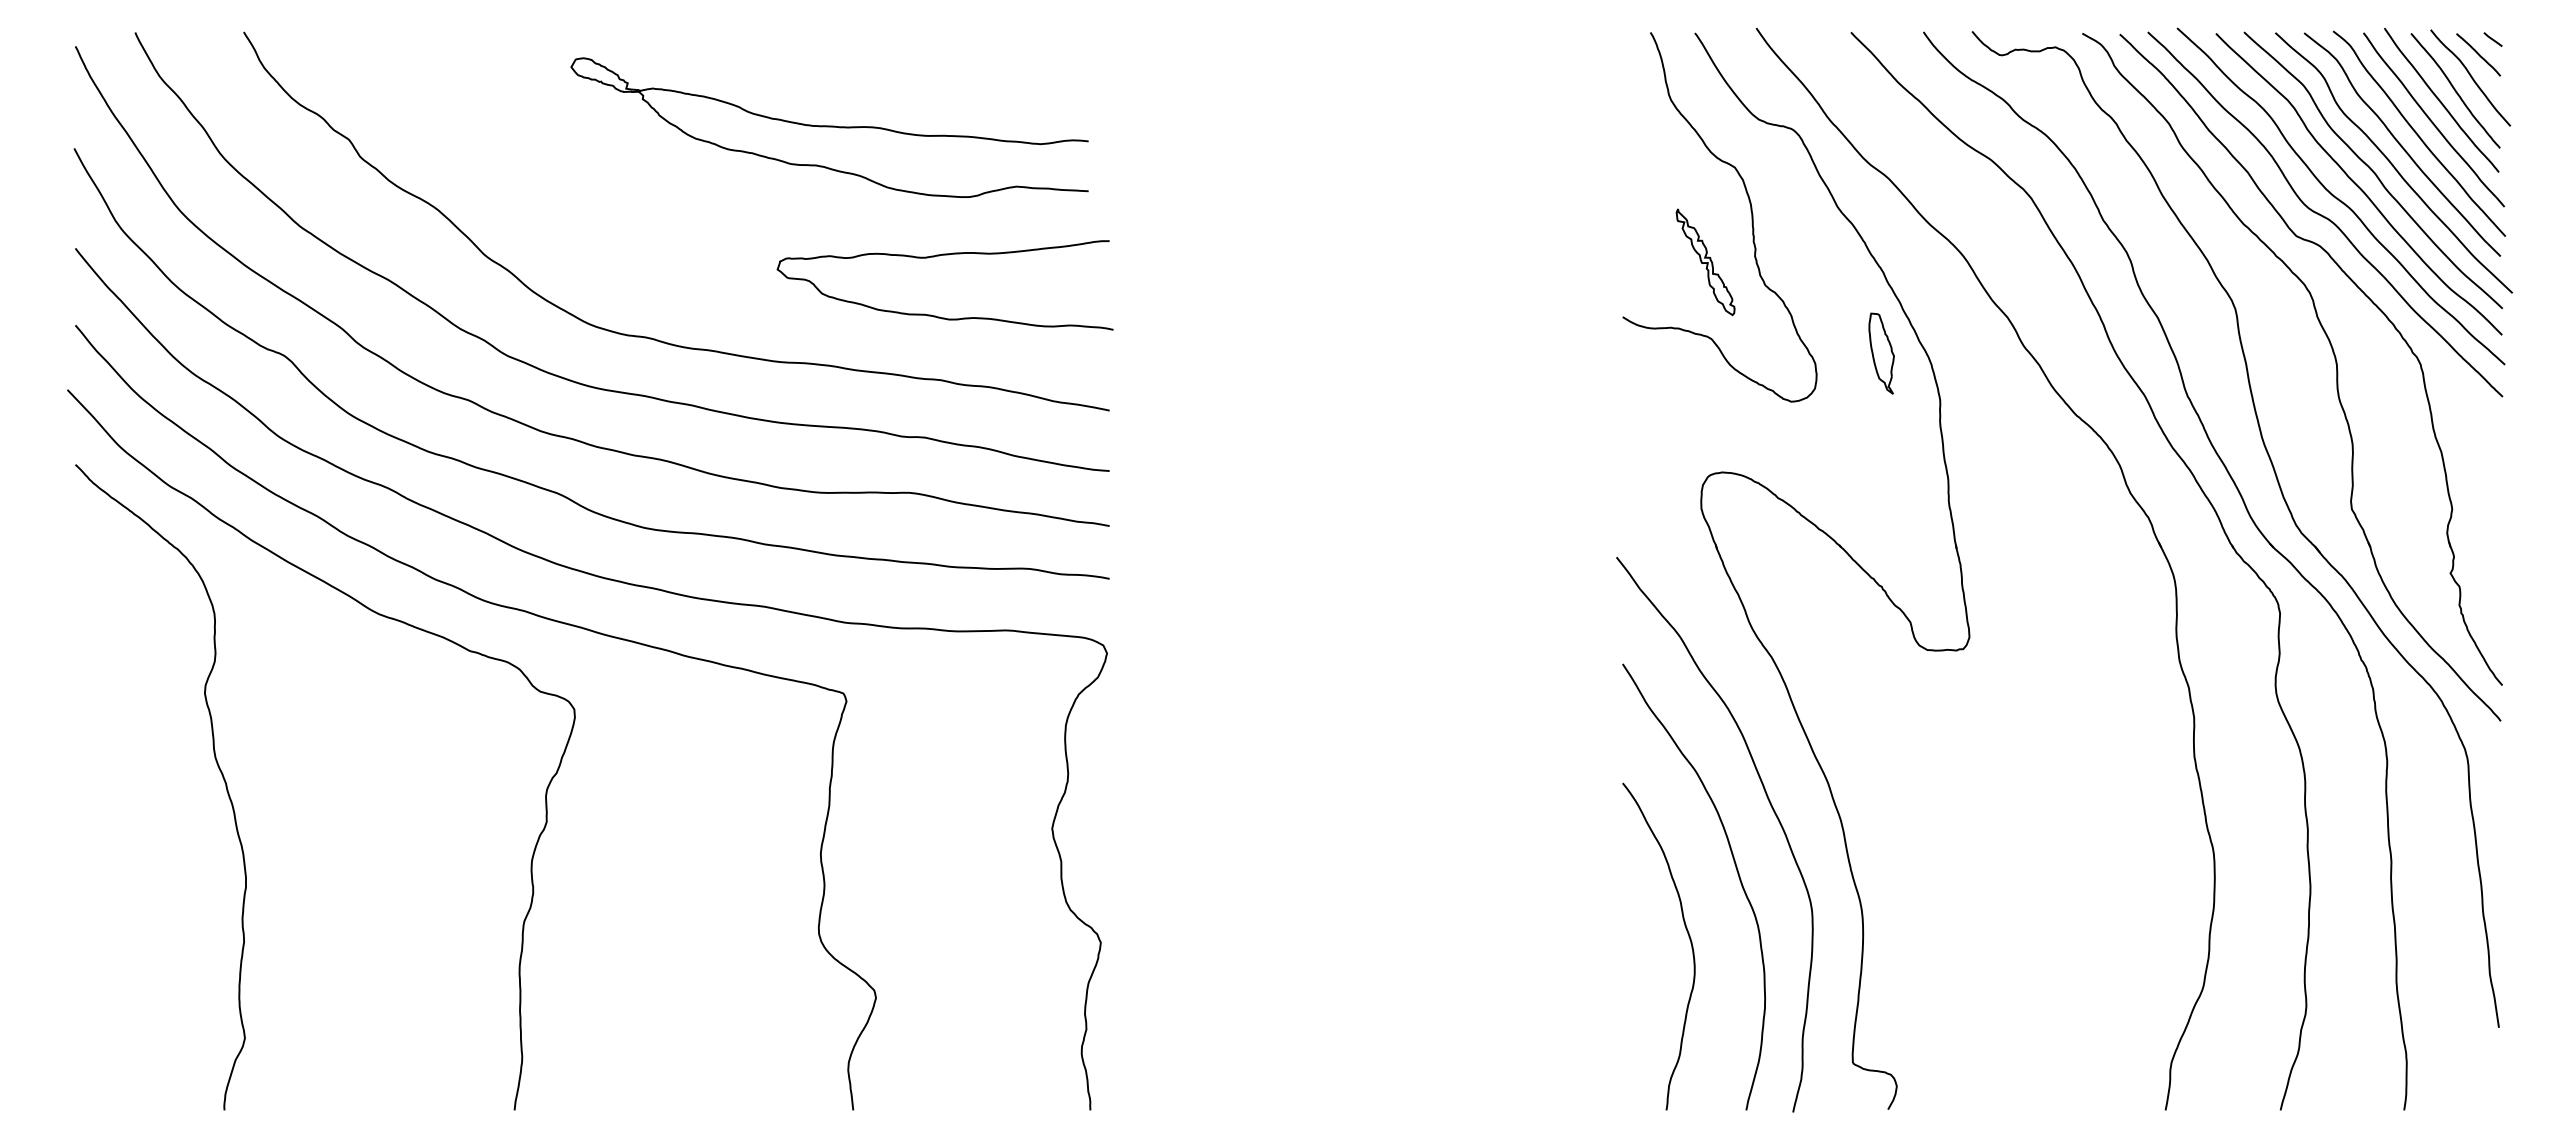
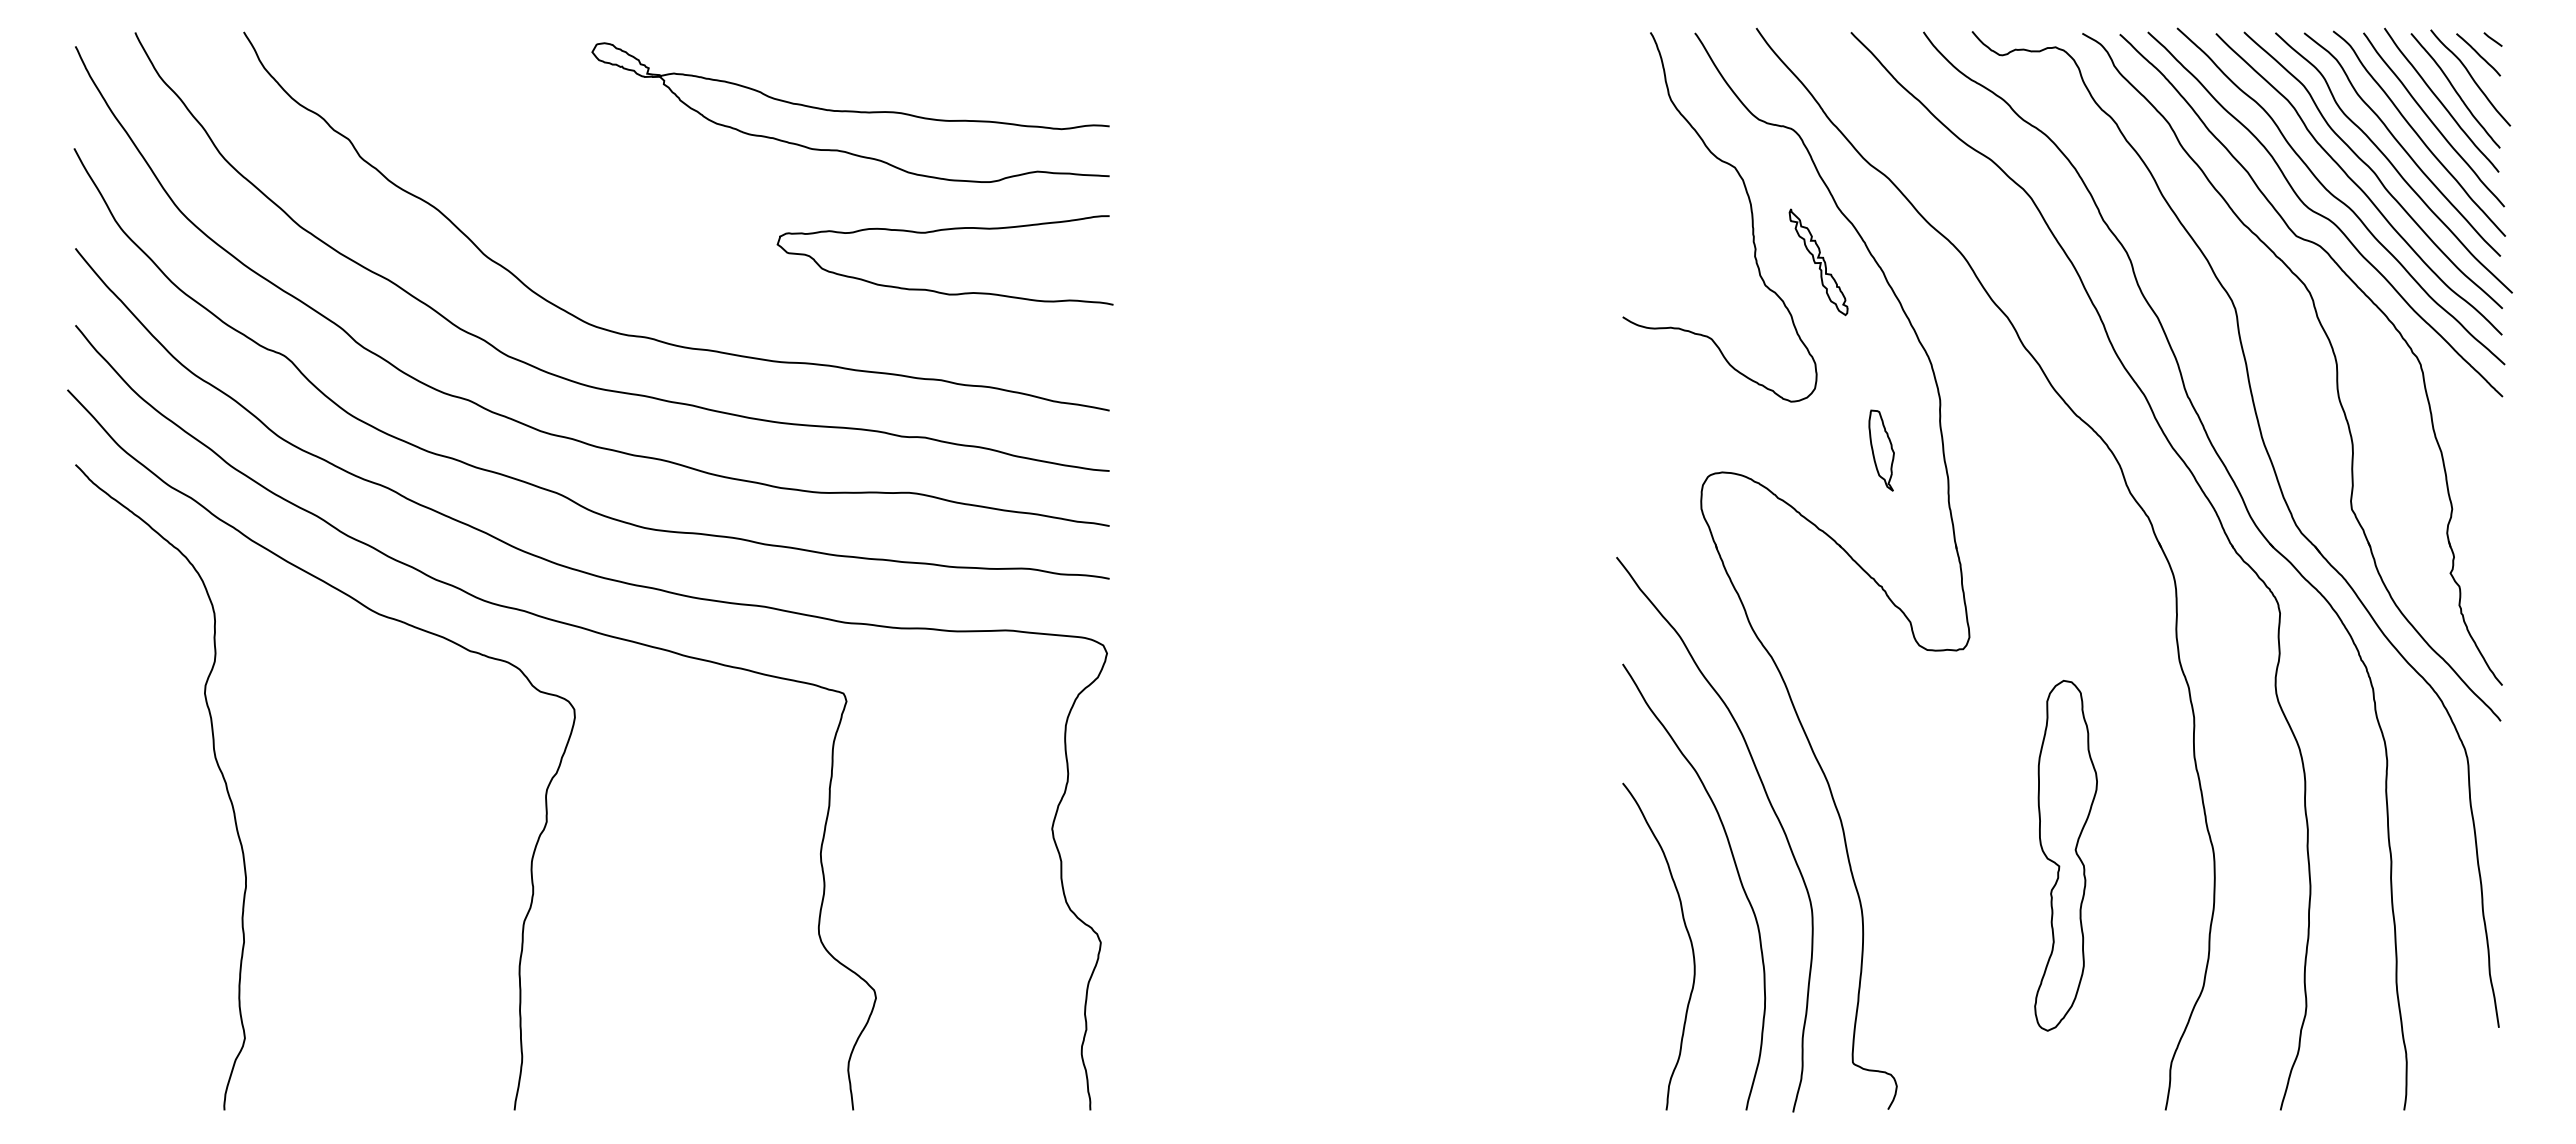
curve at (829, 127) position: (829, 127) -> (850, 112)
curve at (939, 256) position: (939, 256) -> (939, 231)
part at (1705, 262) position: (1705, 262) -> (1818, 262)
part at (1881, 353) position: (1881, 353) -> (1881, 450)
part at (2065, 855): none -> present
